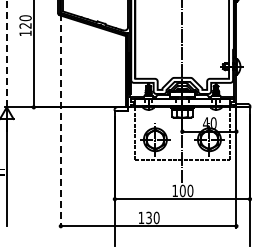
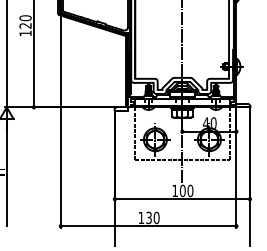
line at (6, 53): dashed -> solid
line at (60, 120): dashed -> solid
